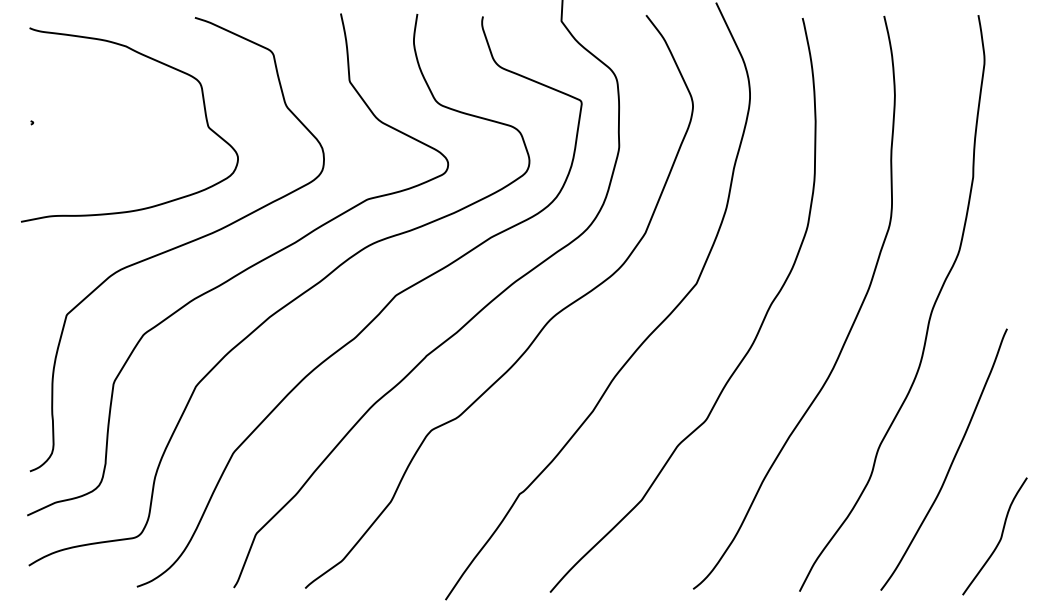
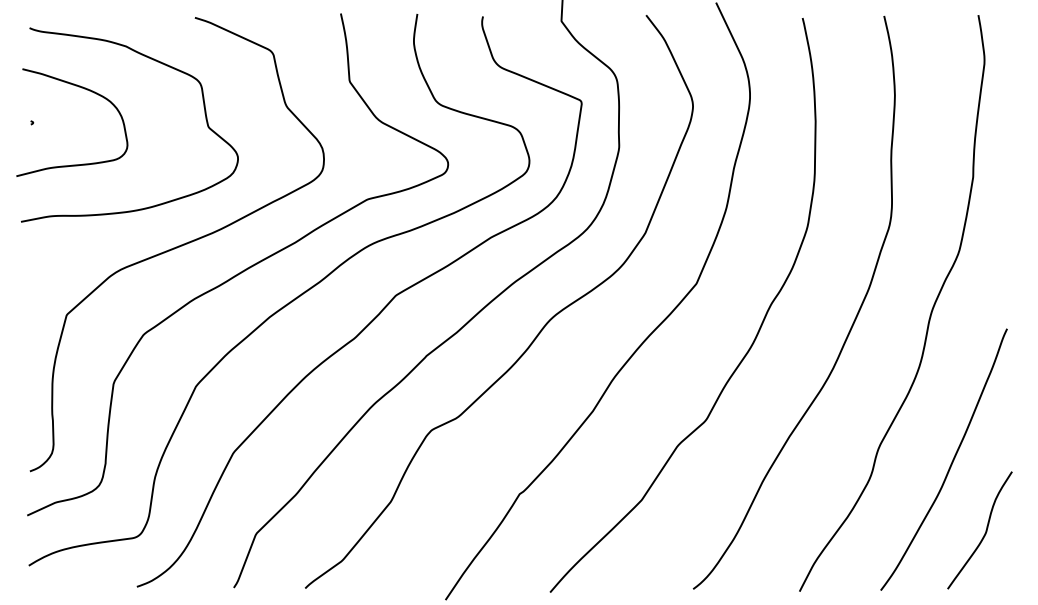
curve at (84, 89): none -> present
curve at (999, 539) position: (999, 539) -> (984, 533)
